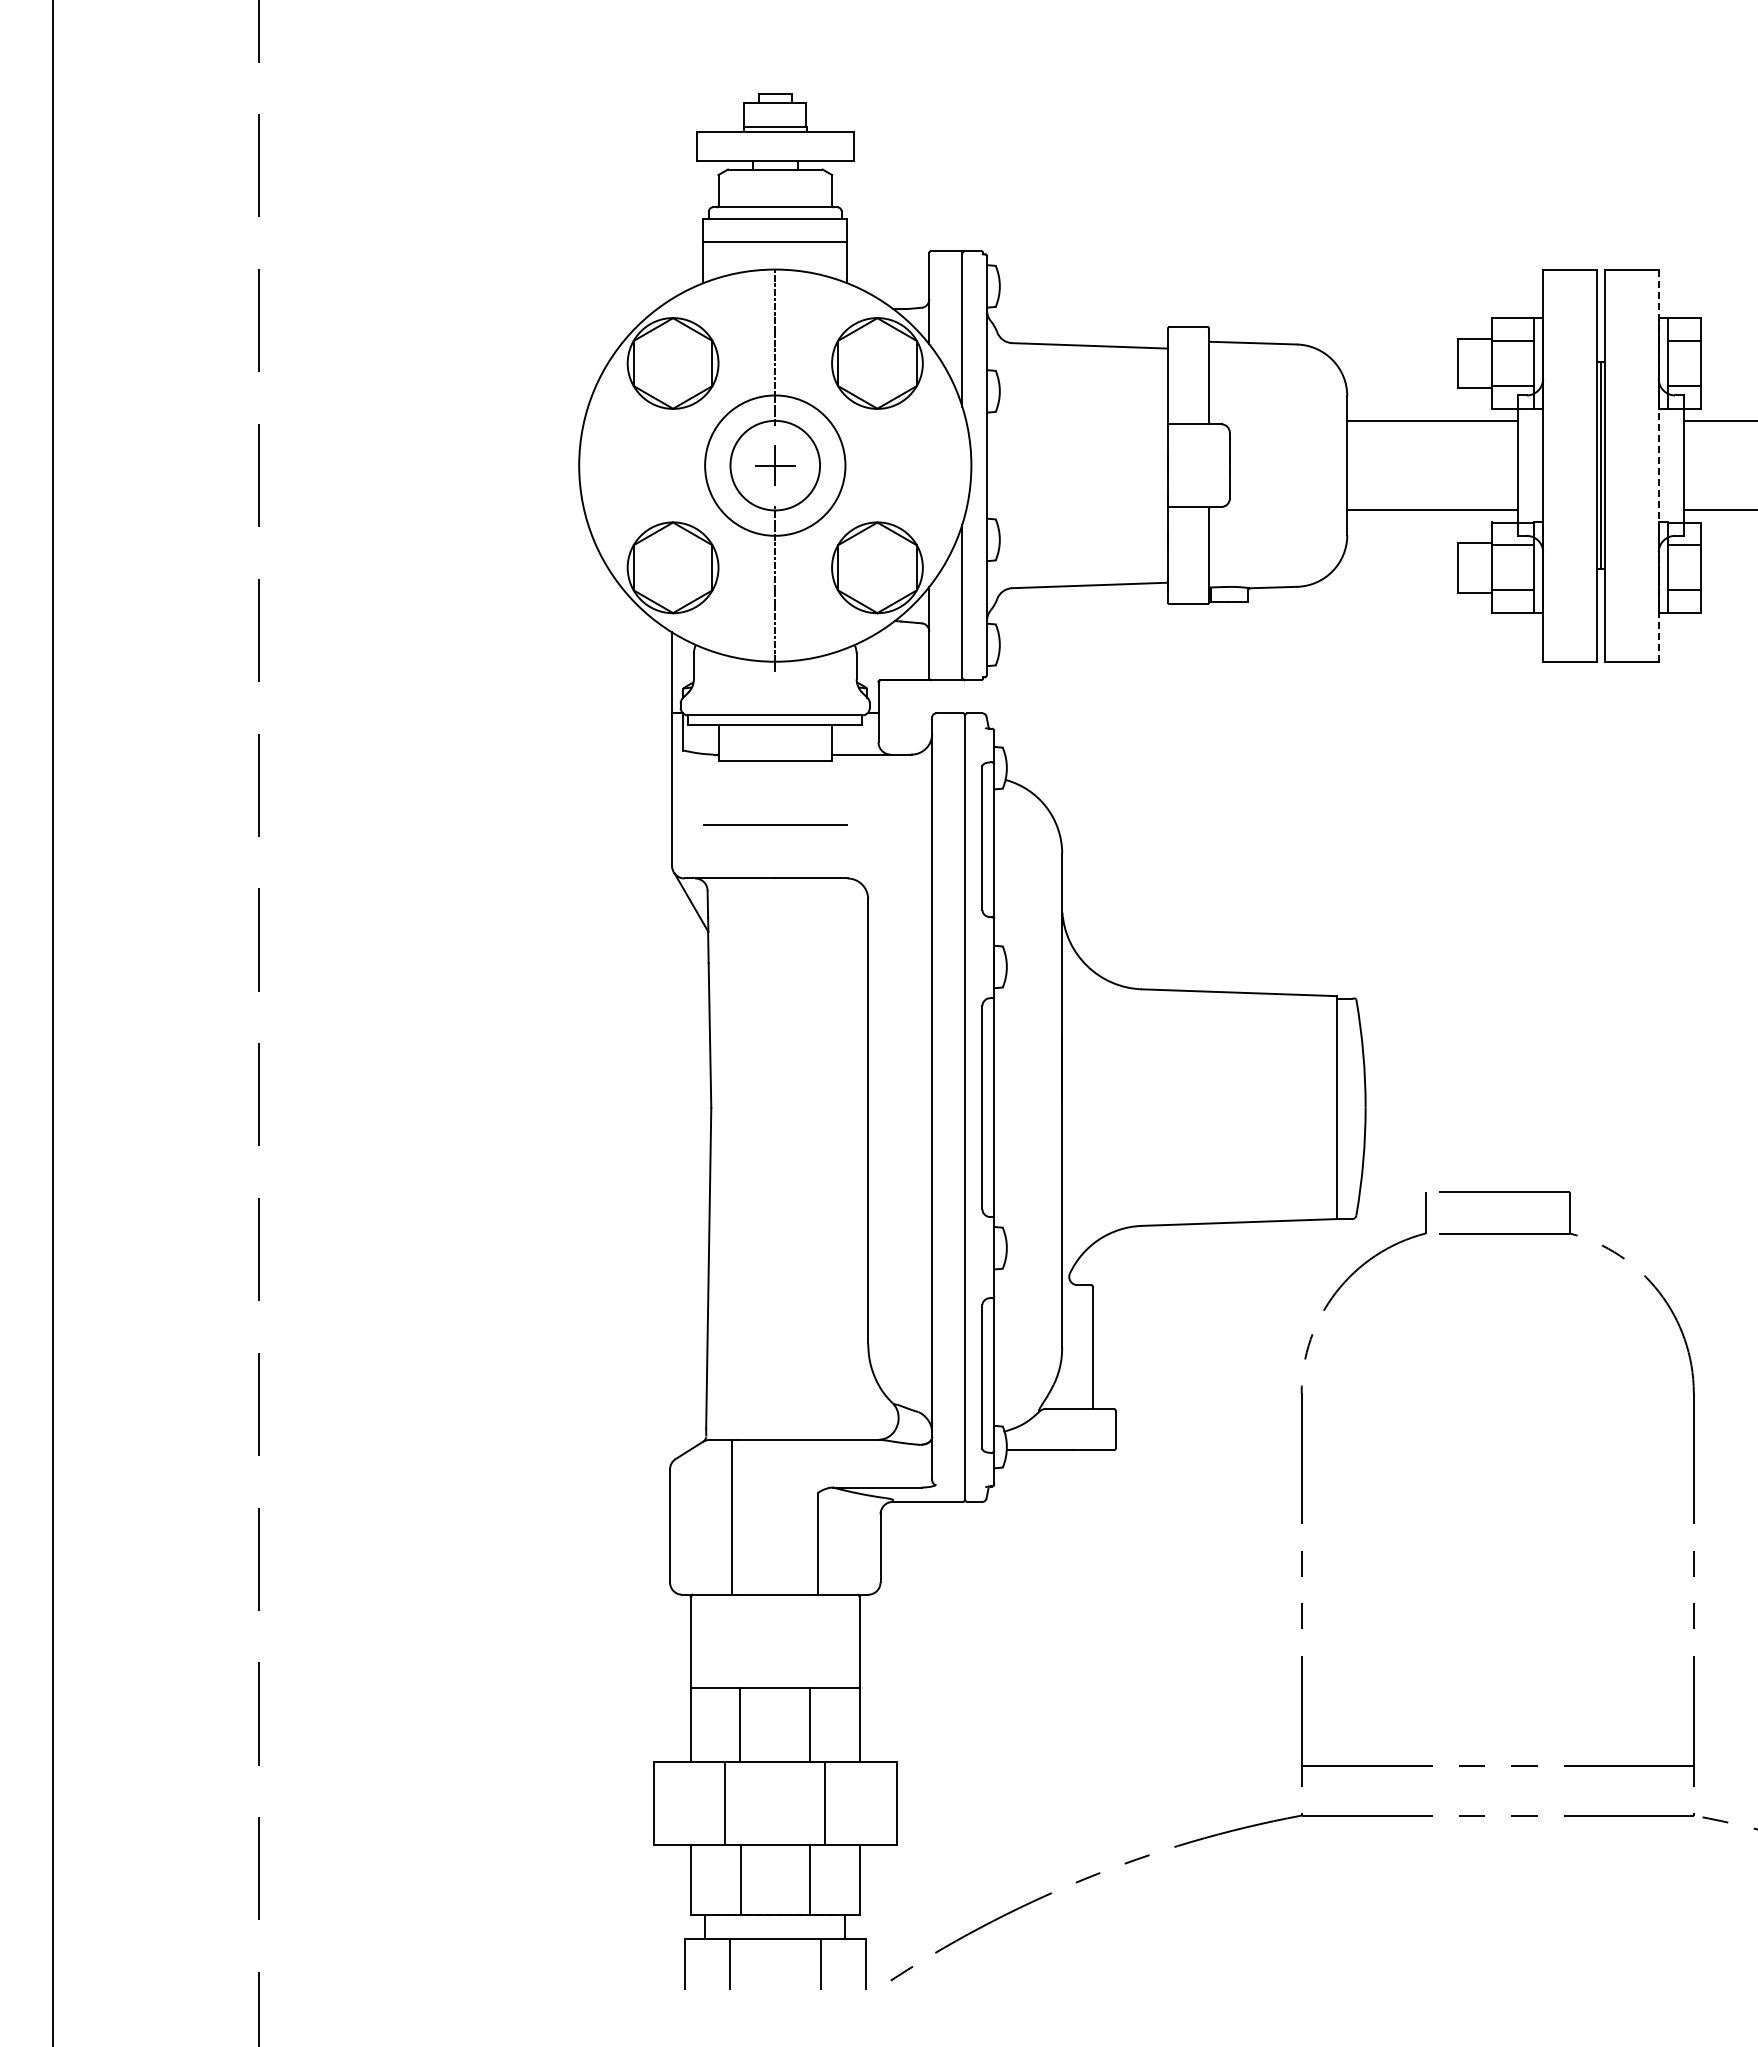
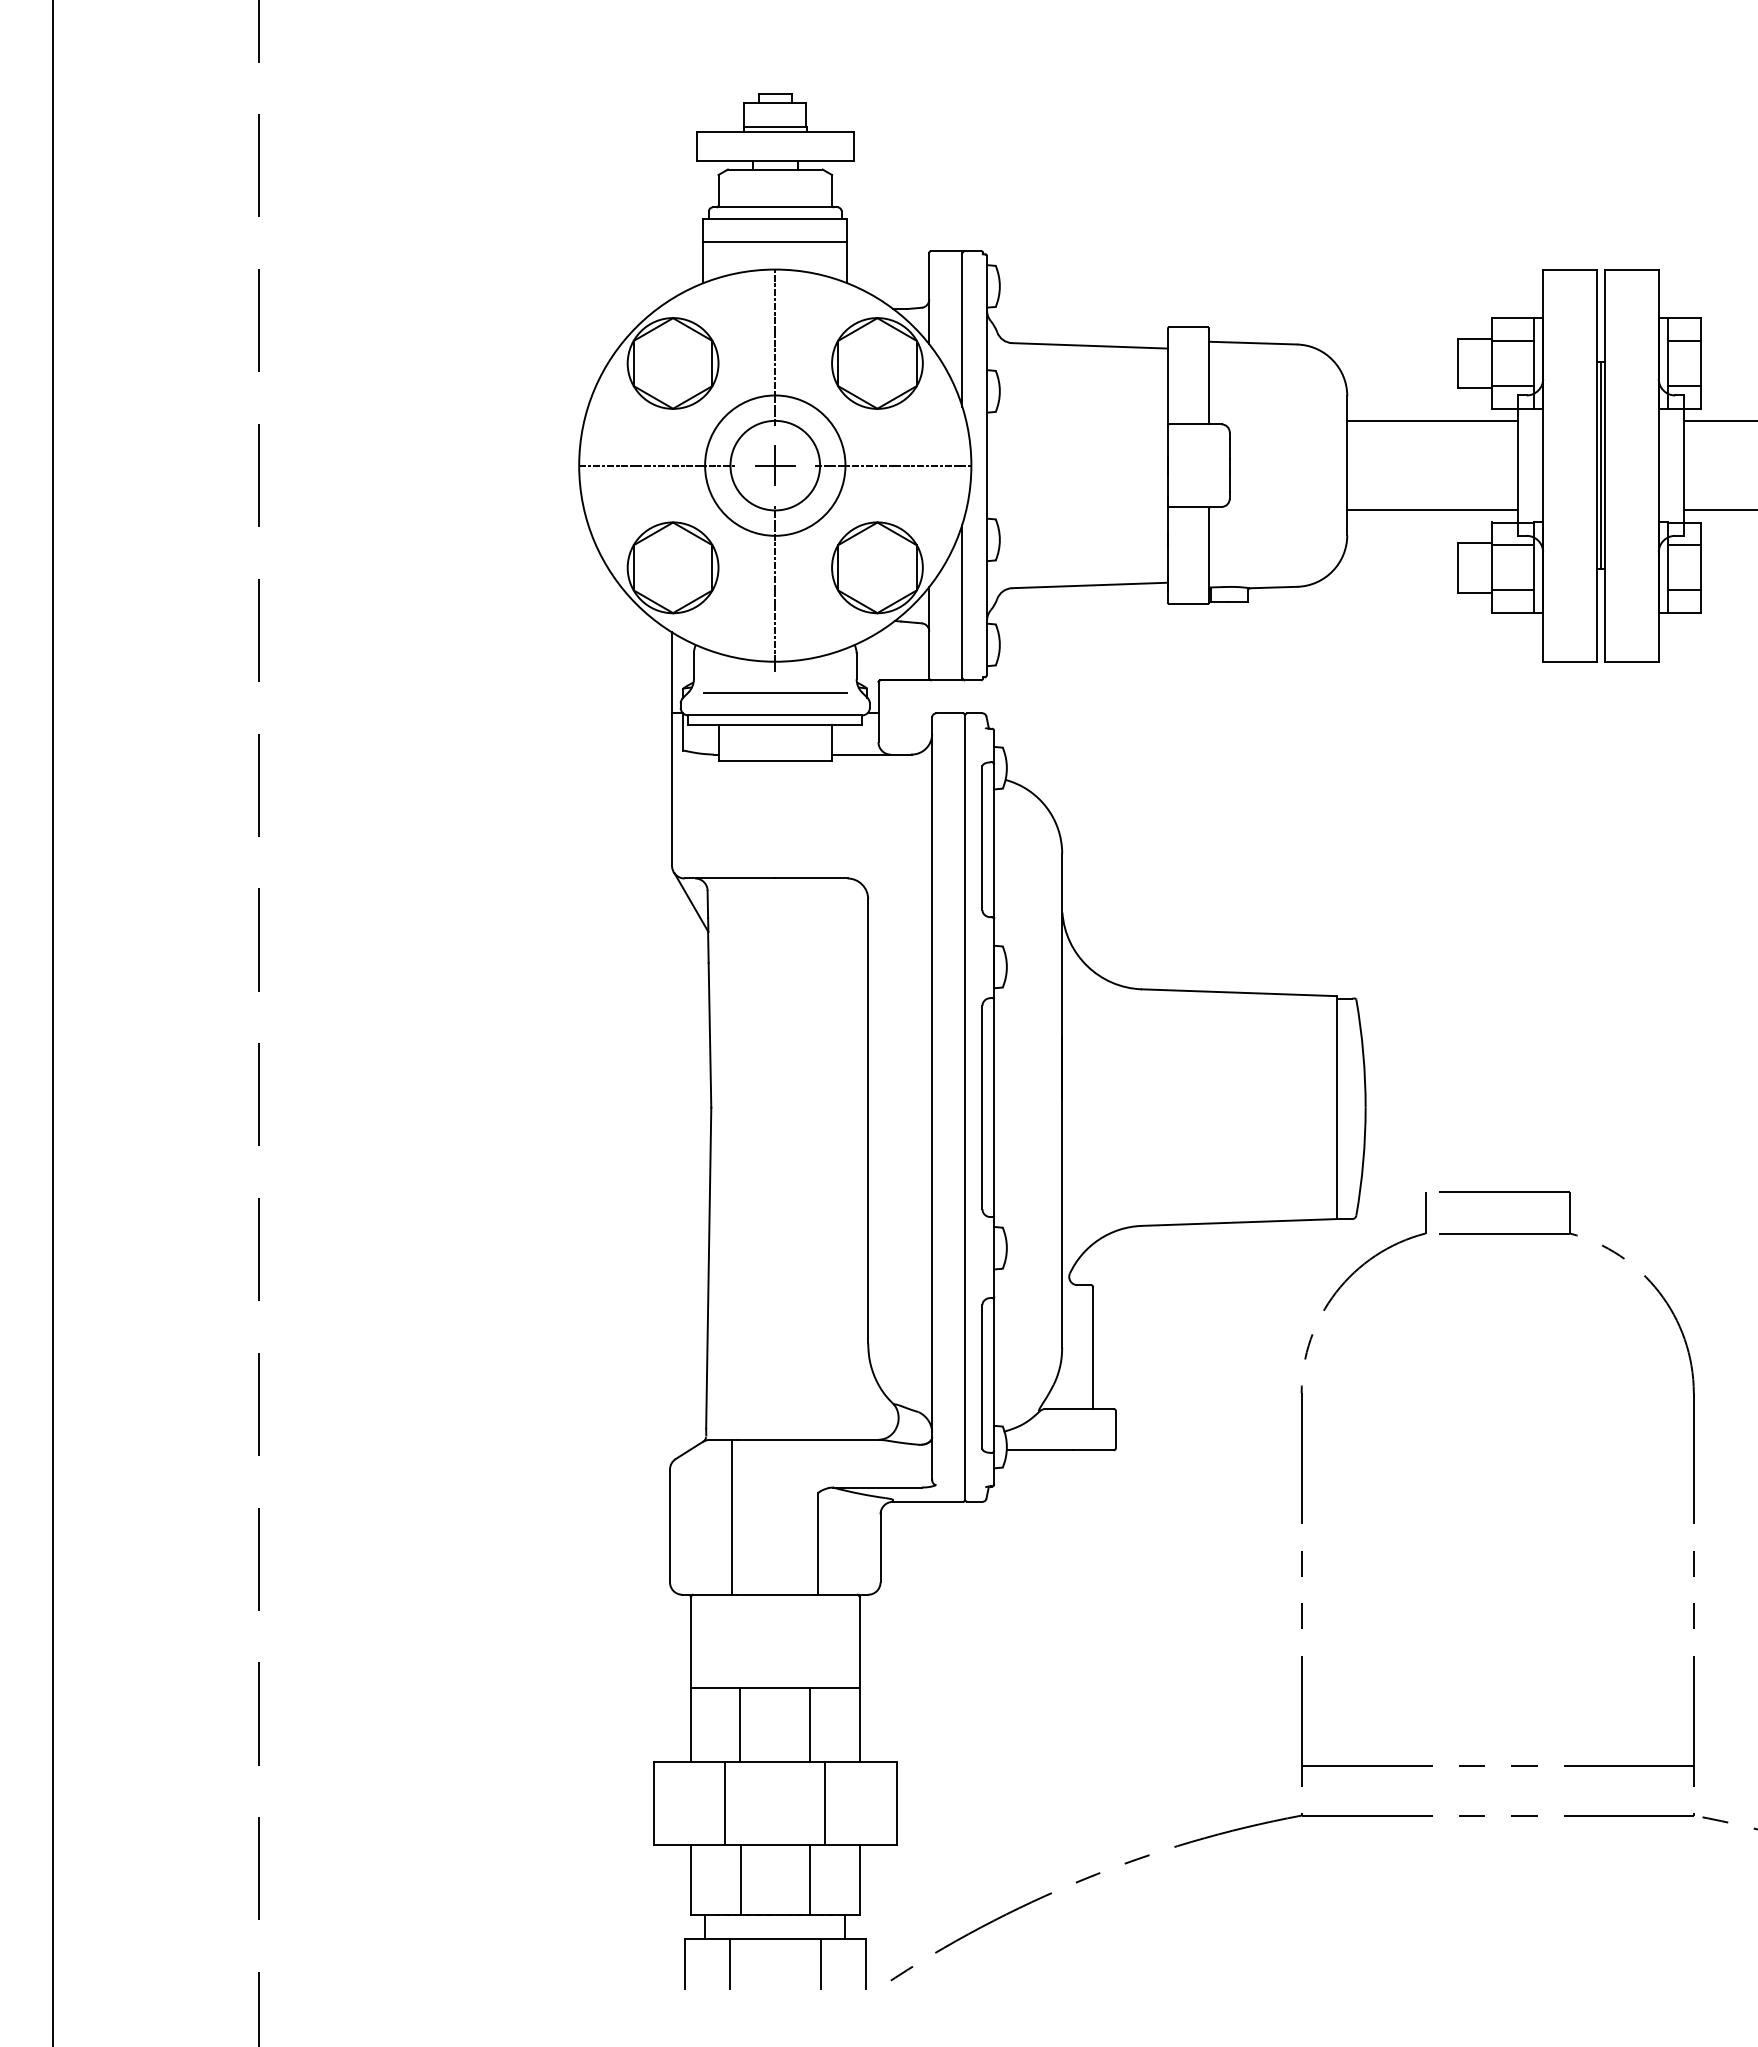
line at (657, 465): none -> present
line at (892, 465): none -> present
line at (1658, 465): dashed -> solid
line at (775, 824) position: (775, 824) -> (775, 692)
